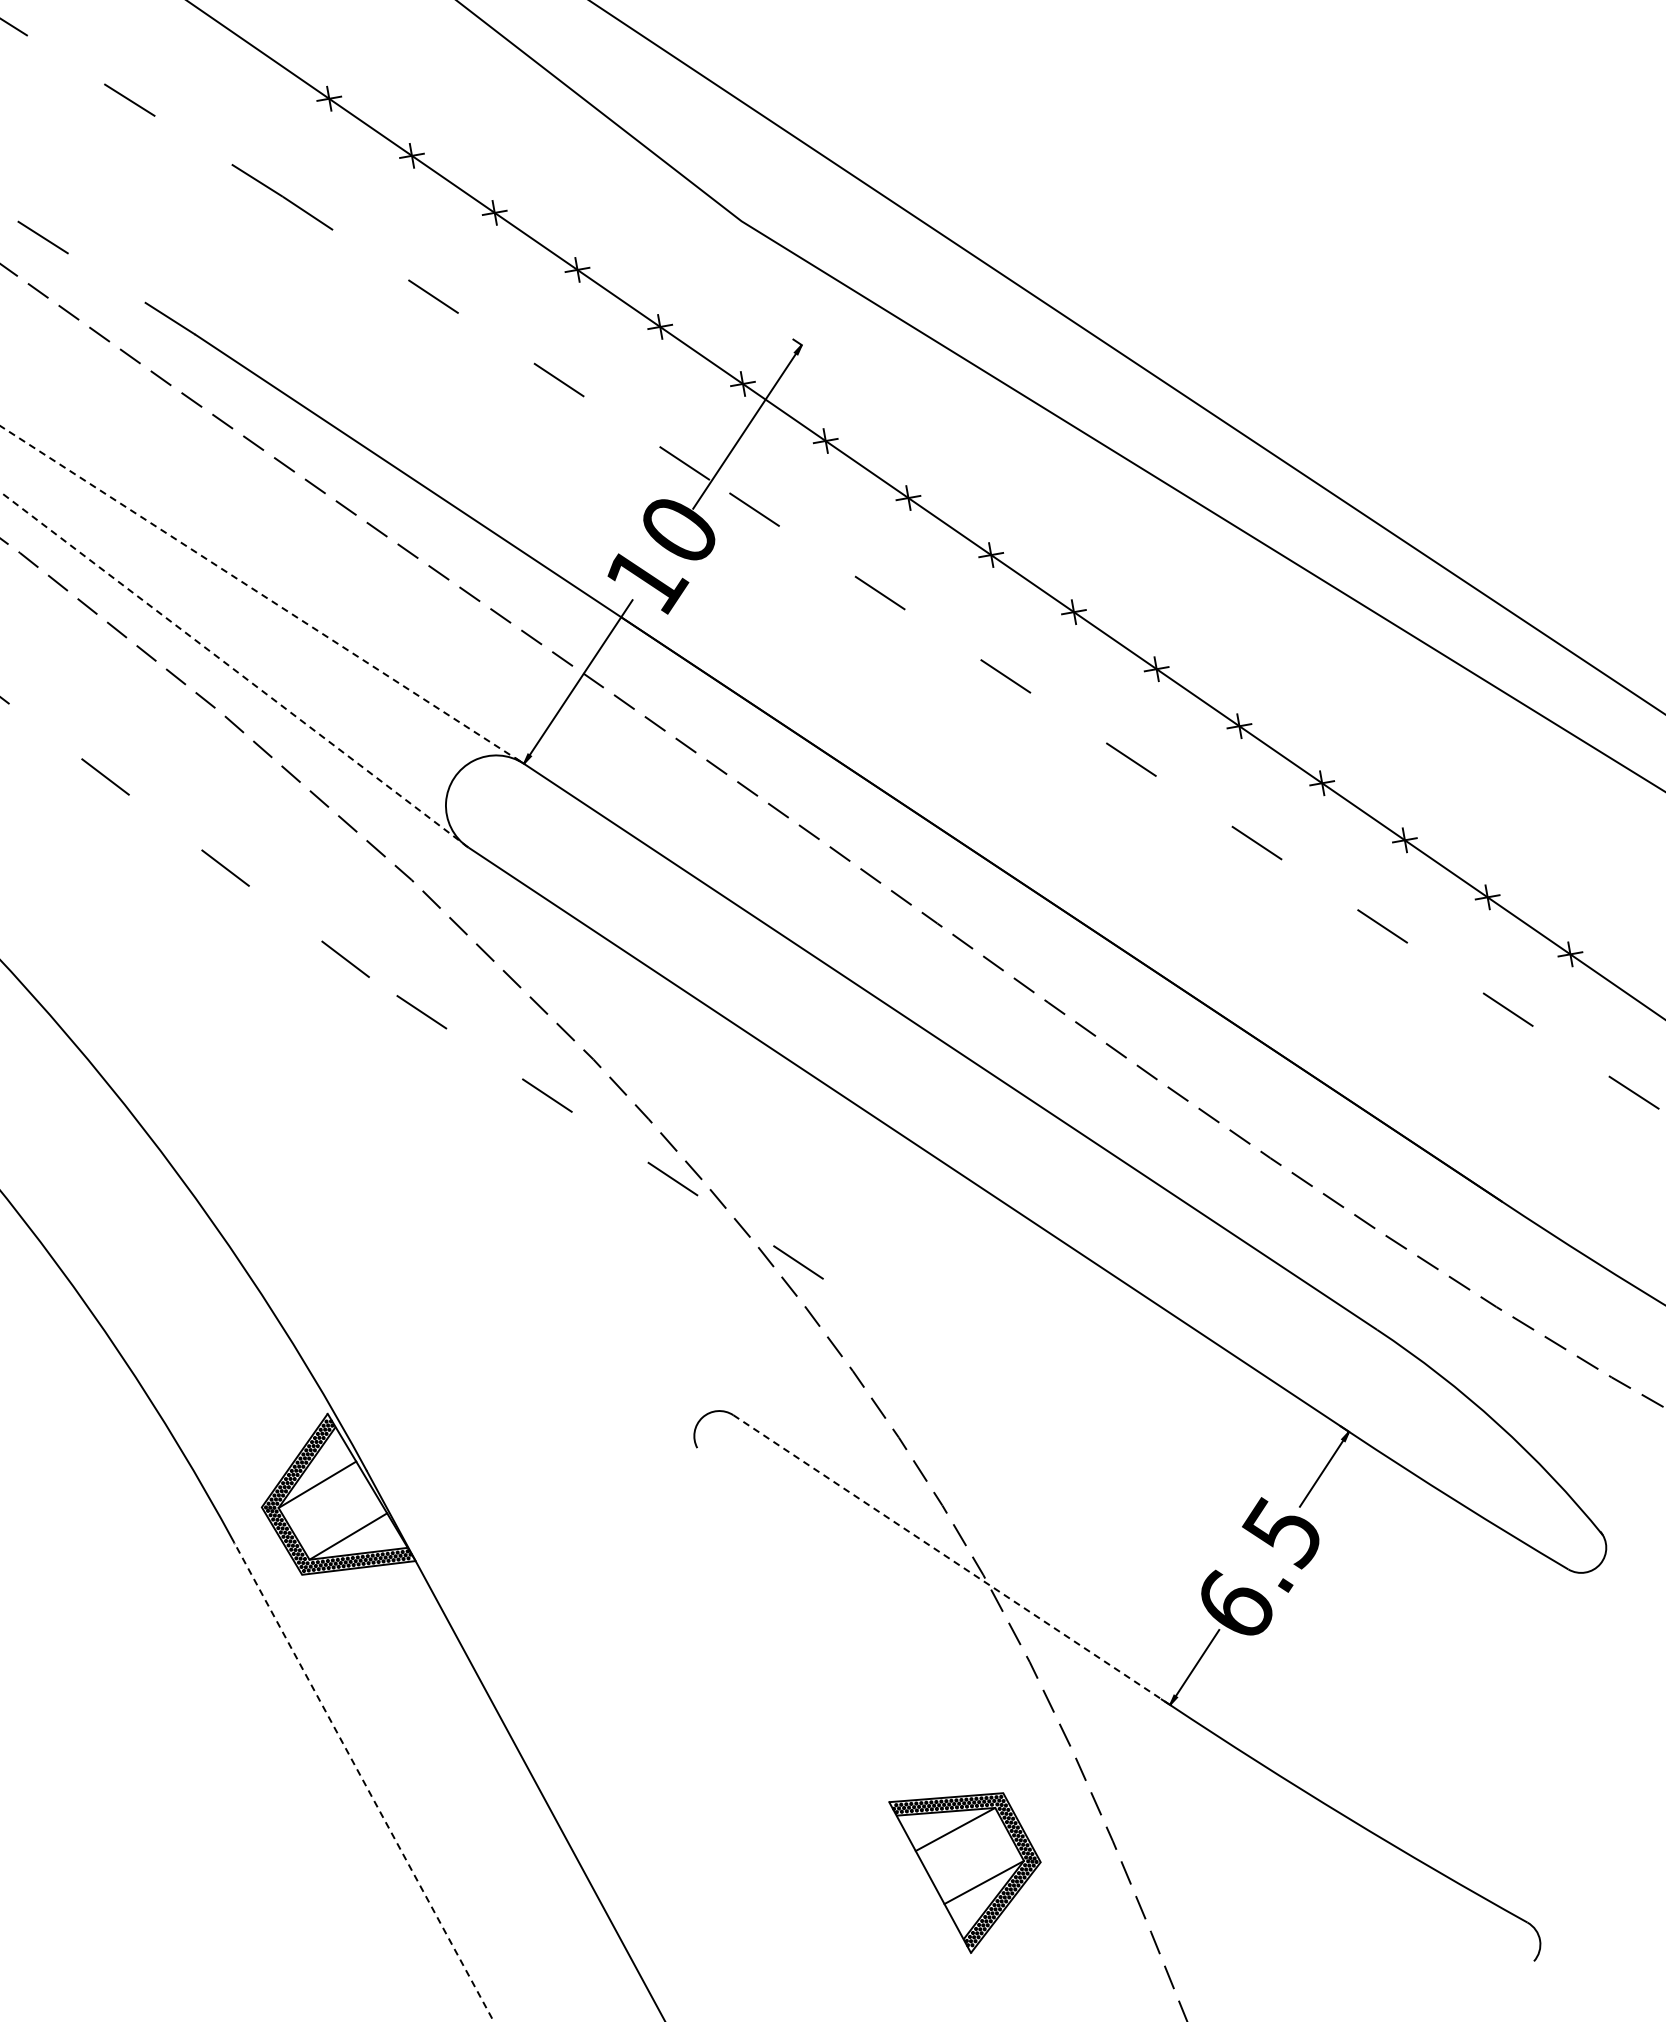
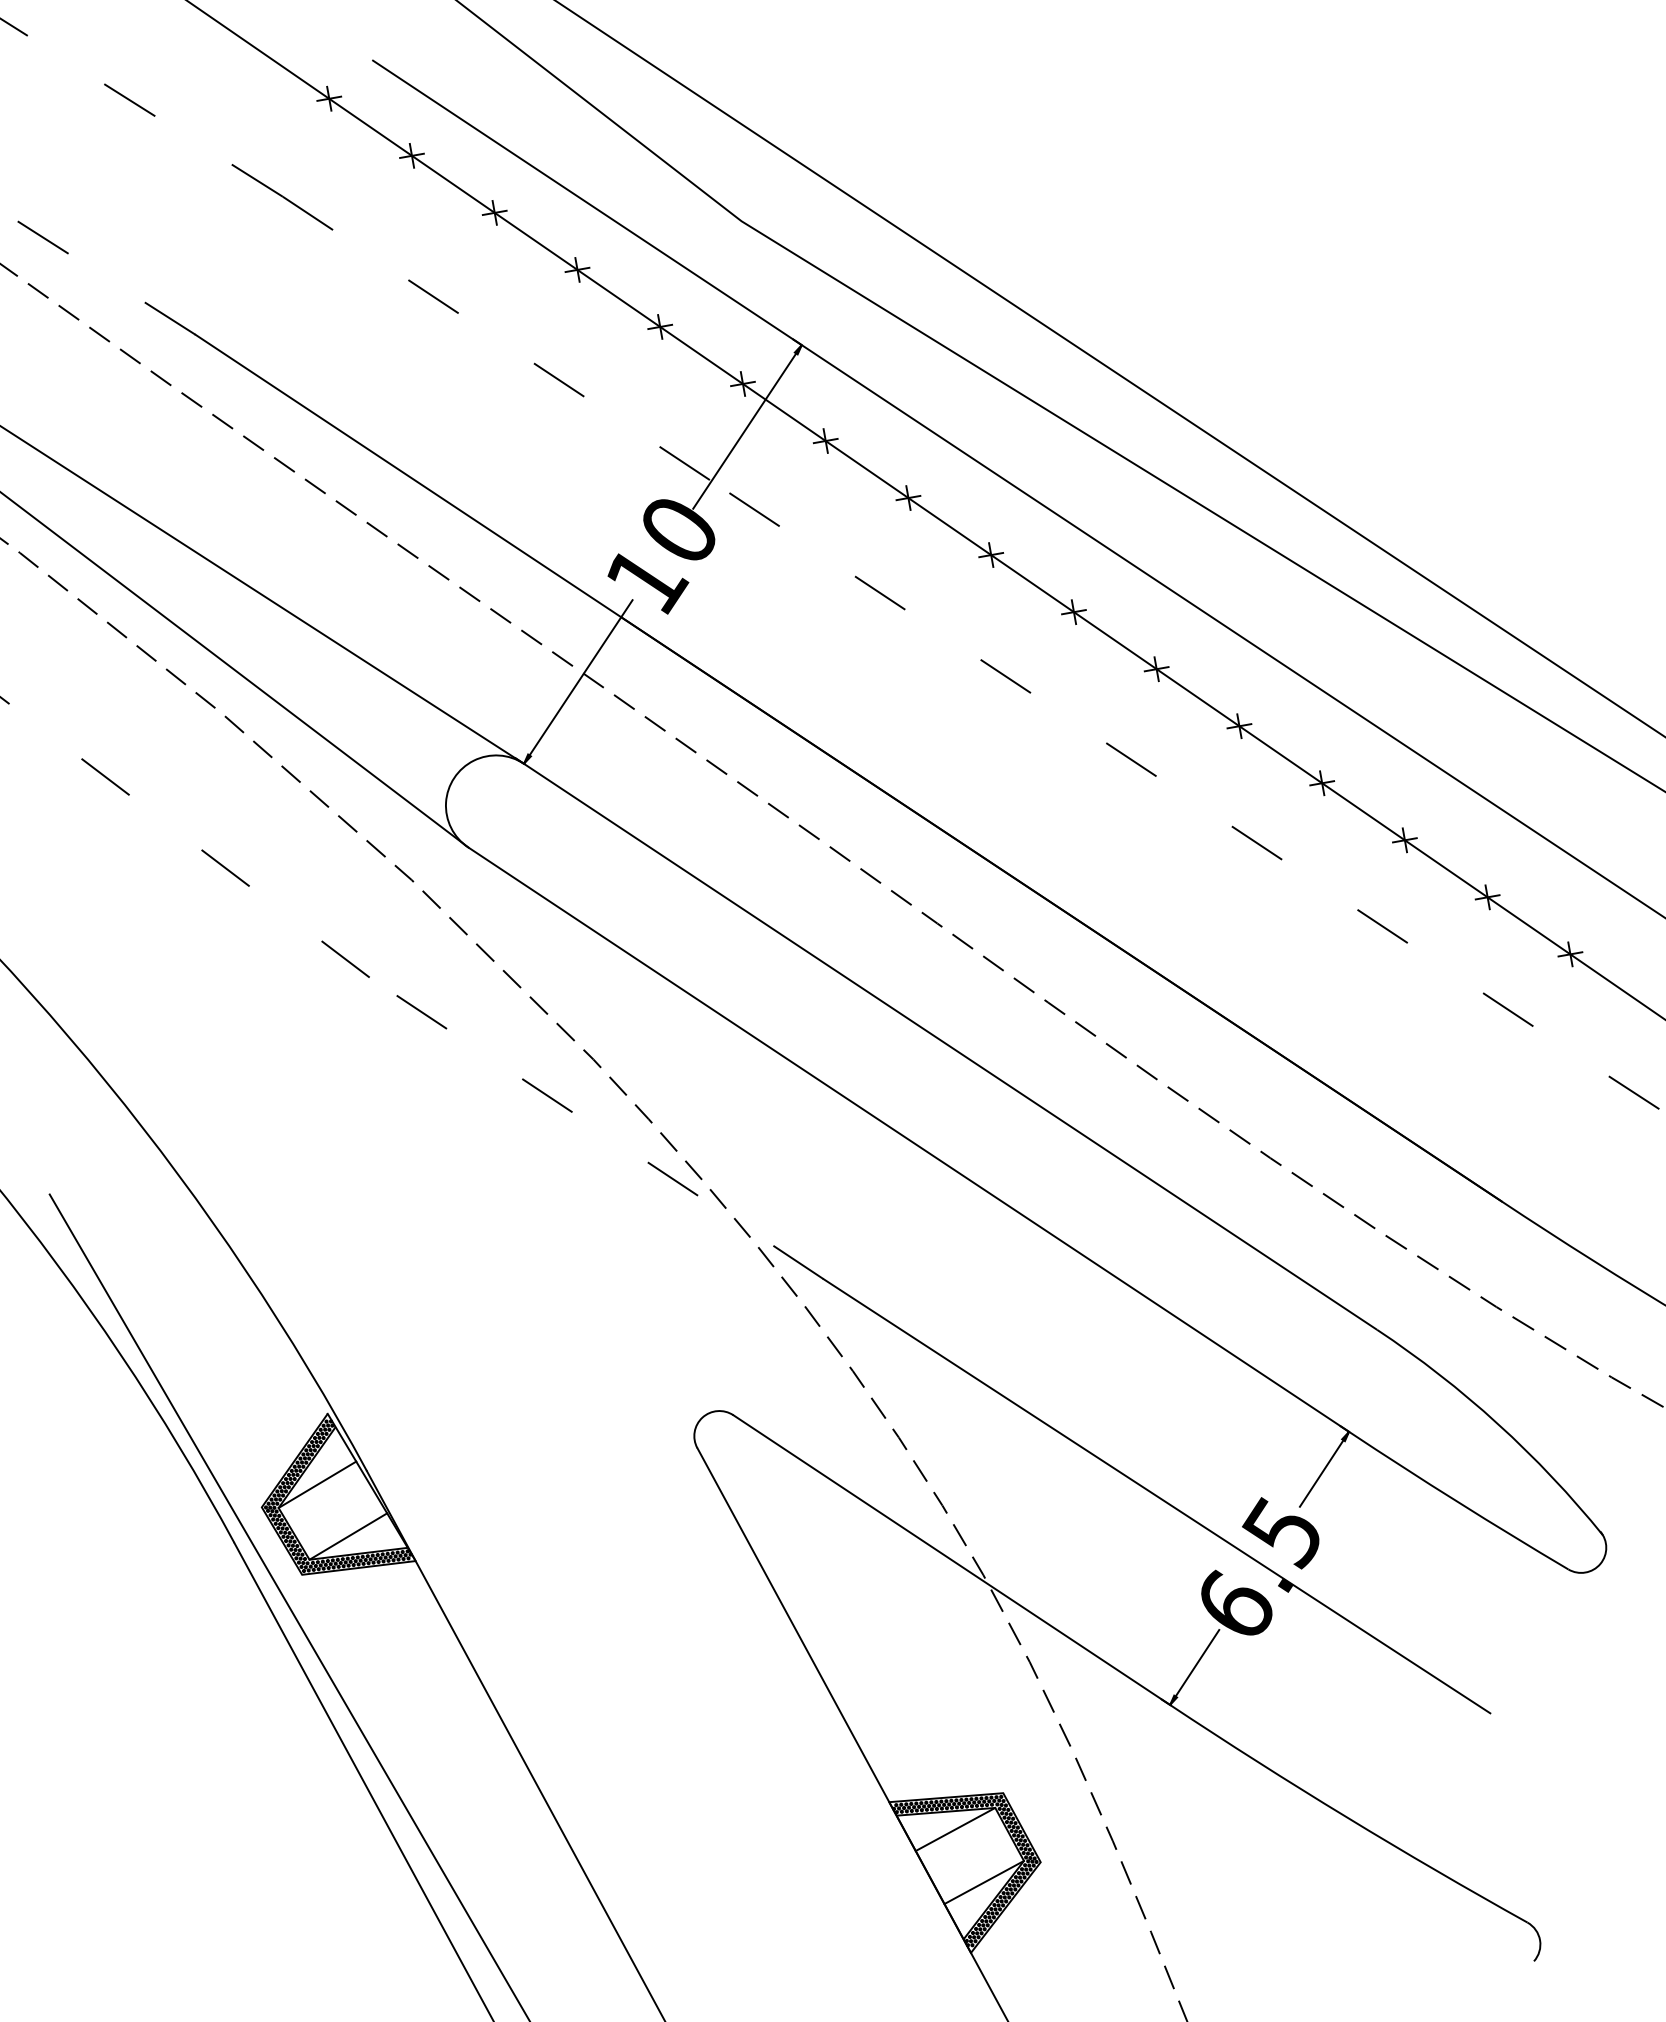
line at (1127, 357) position: (1127, 357) -> (1110, 368)
line at (1017, 488): none -> present
line at (262, 595): dashed -> solid
line at (234, 669): dashed -> solid
line at (1156, 1496): none -> present
line at (952, 1560): dashed -> solid
line at (288, 1606): none -> present
line at (851, 1733): none -> present
line at (363, 1781): dashed -> solid
